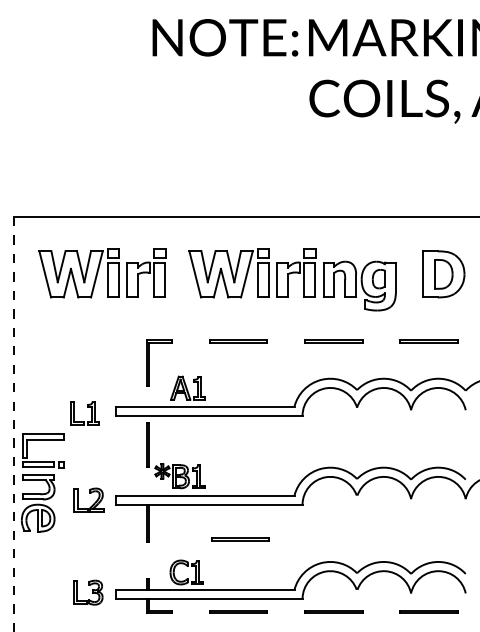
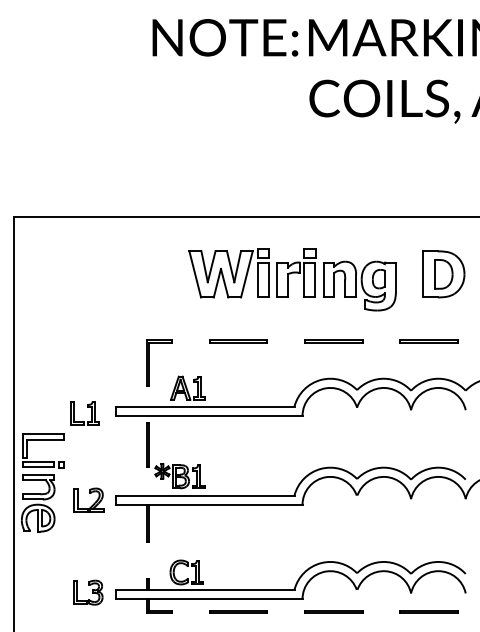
part at (102, 273): present -> none
line at (14, 424): dashed -> solid
line at (240, 538): present -> none
